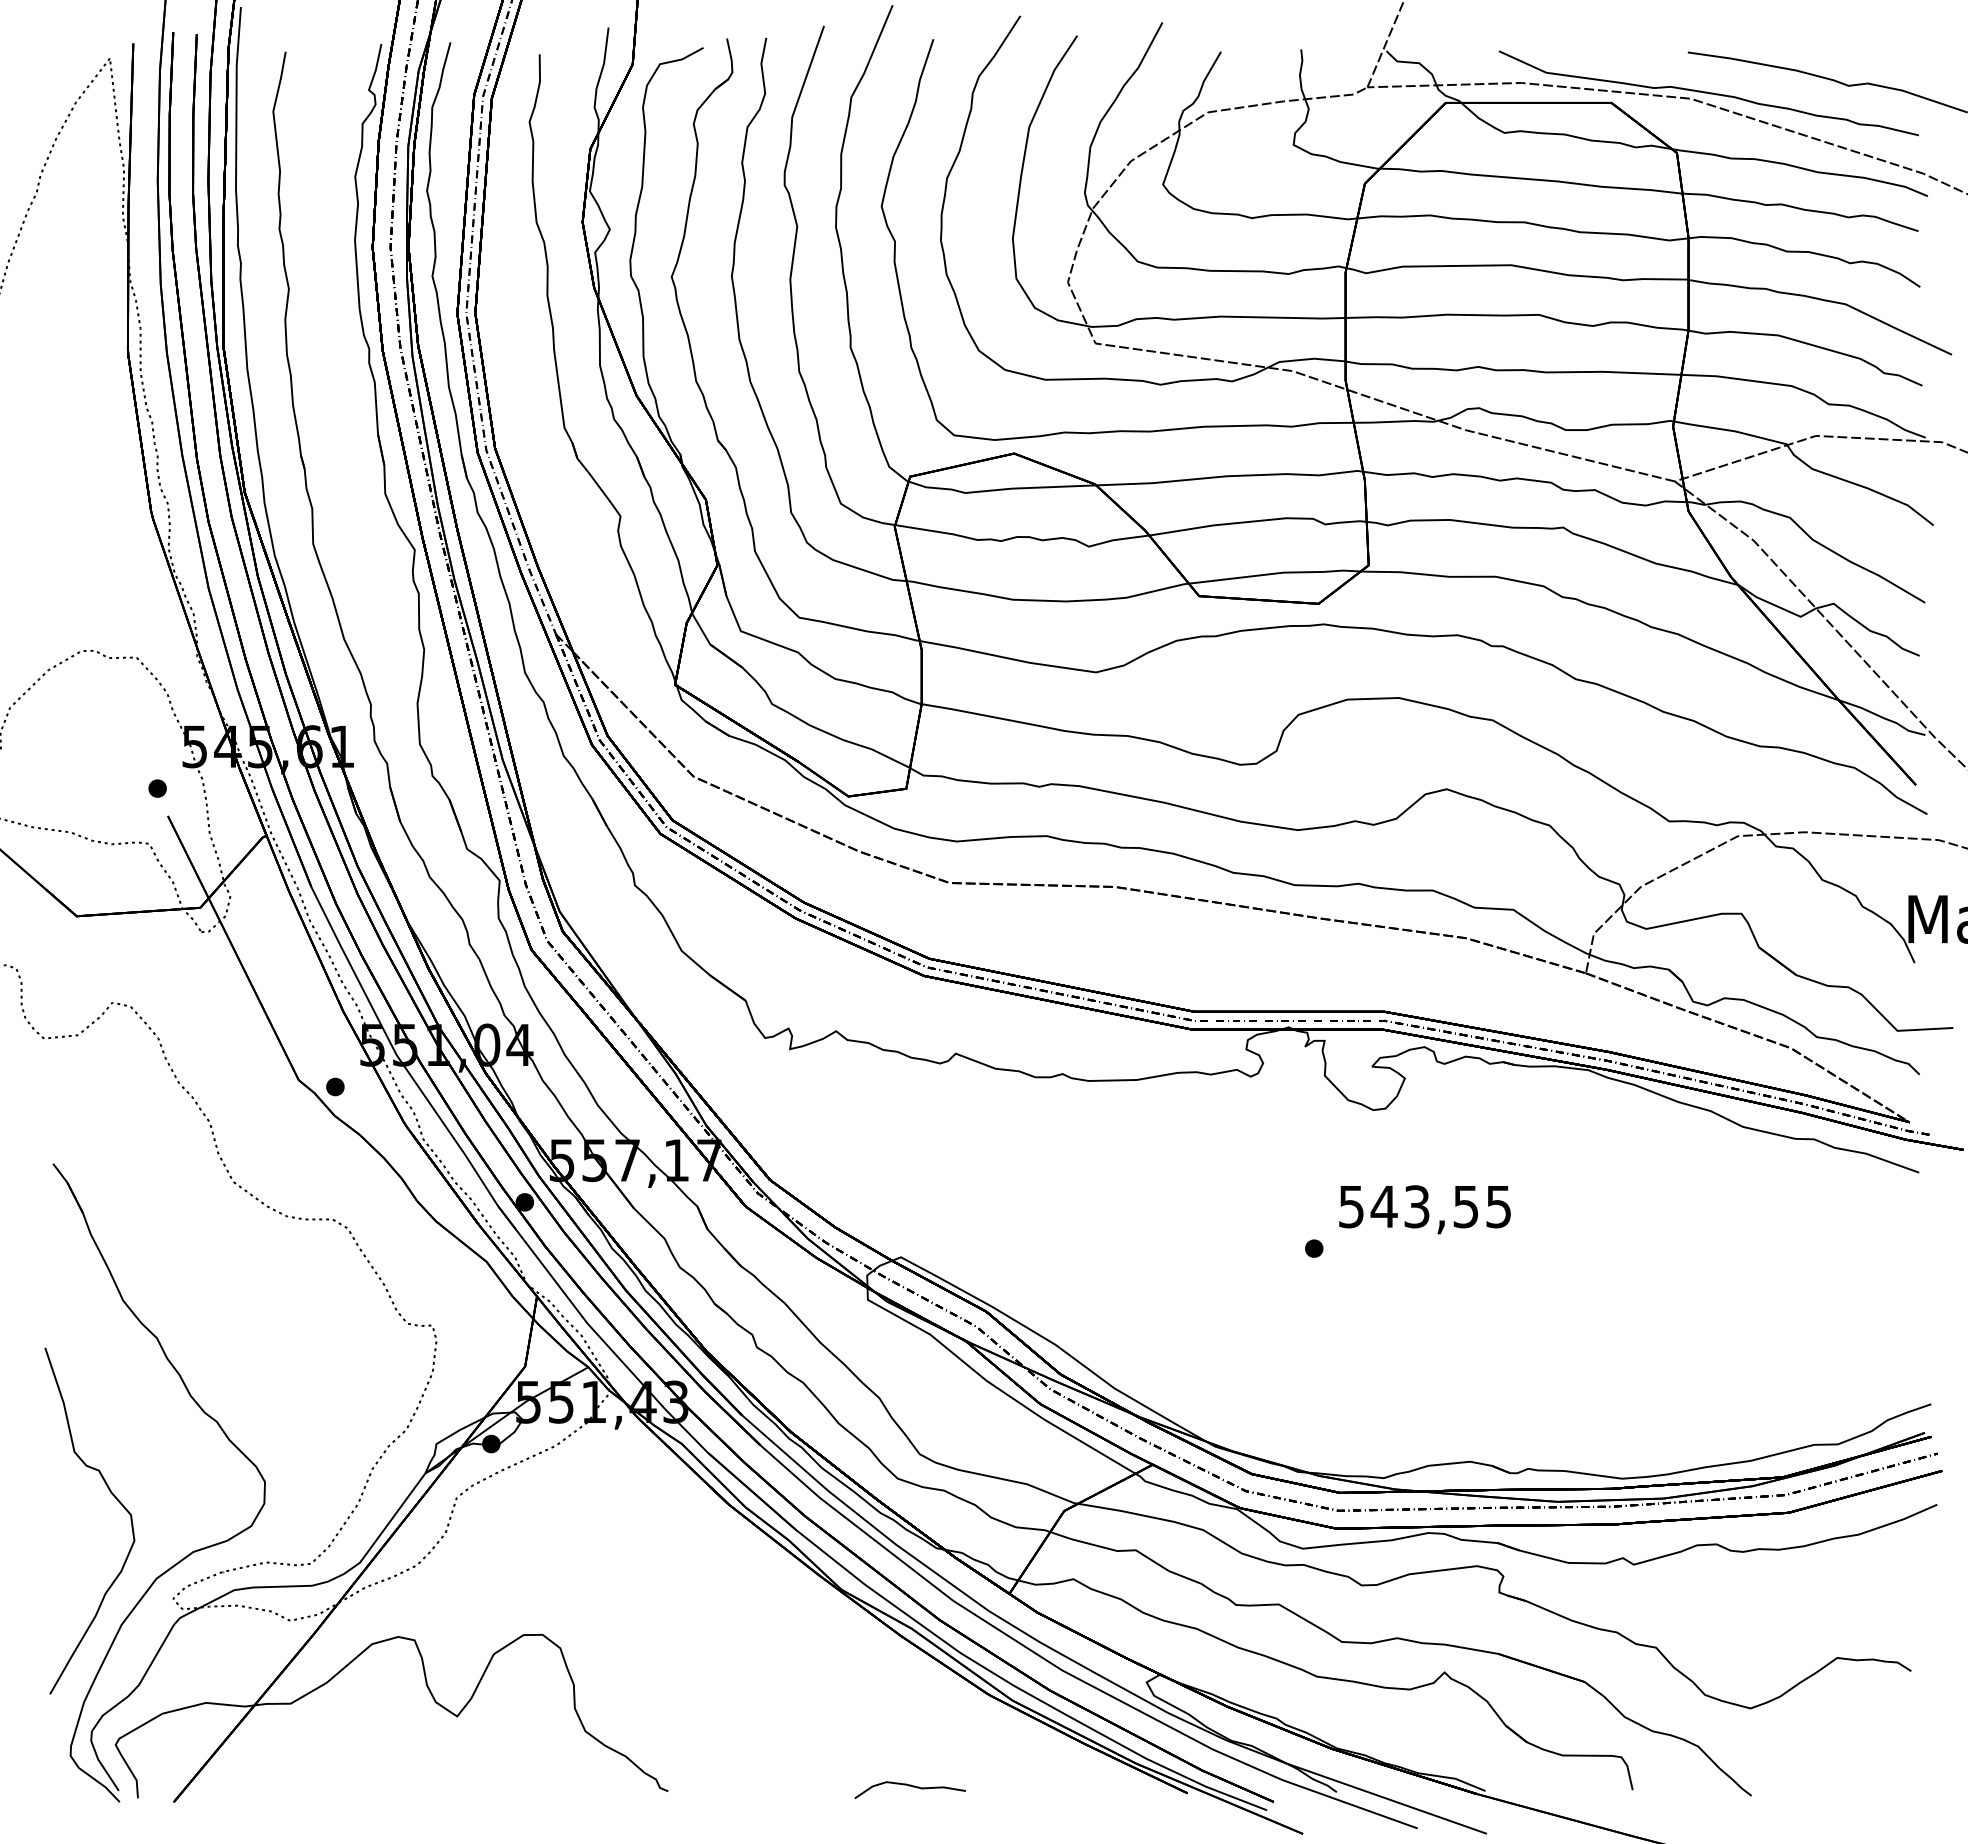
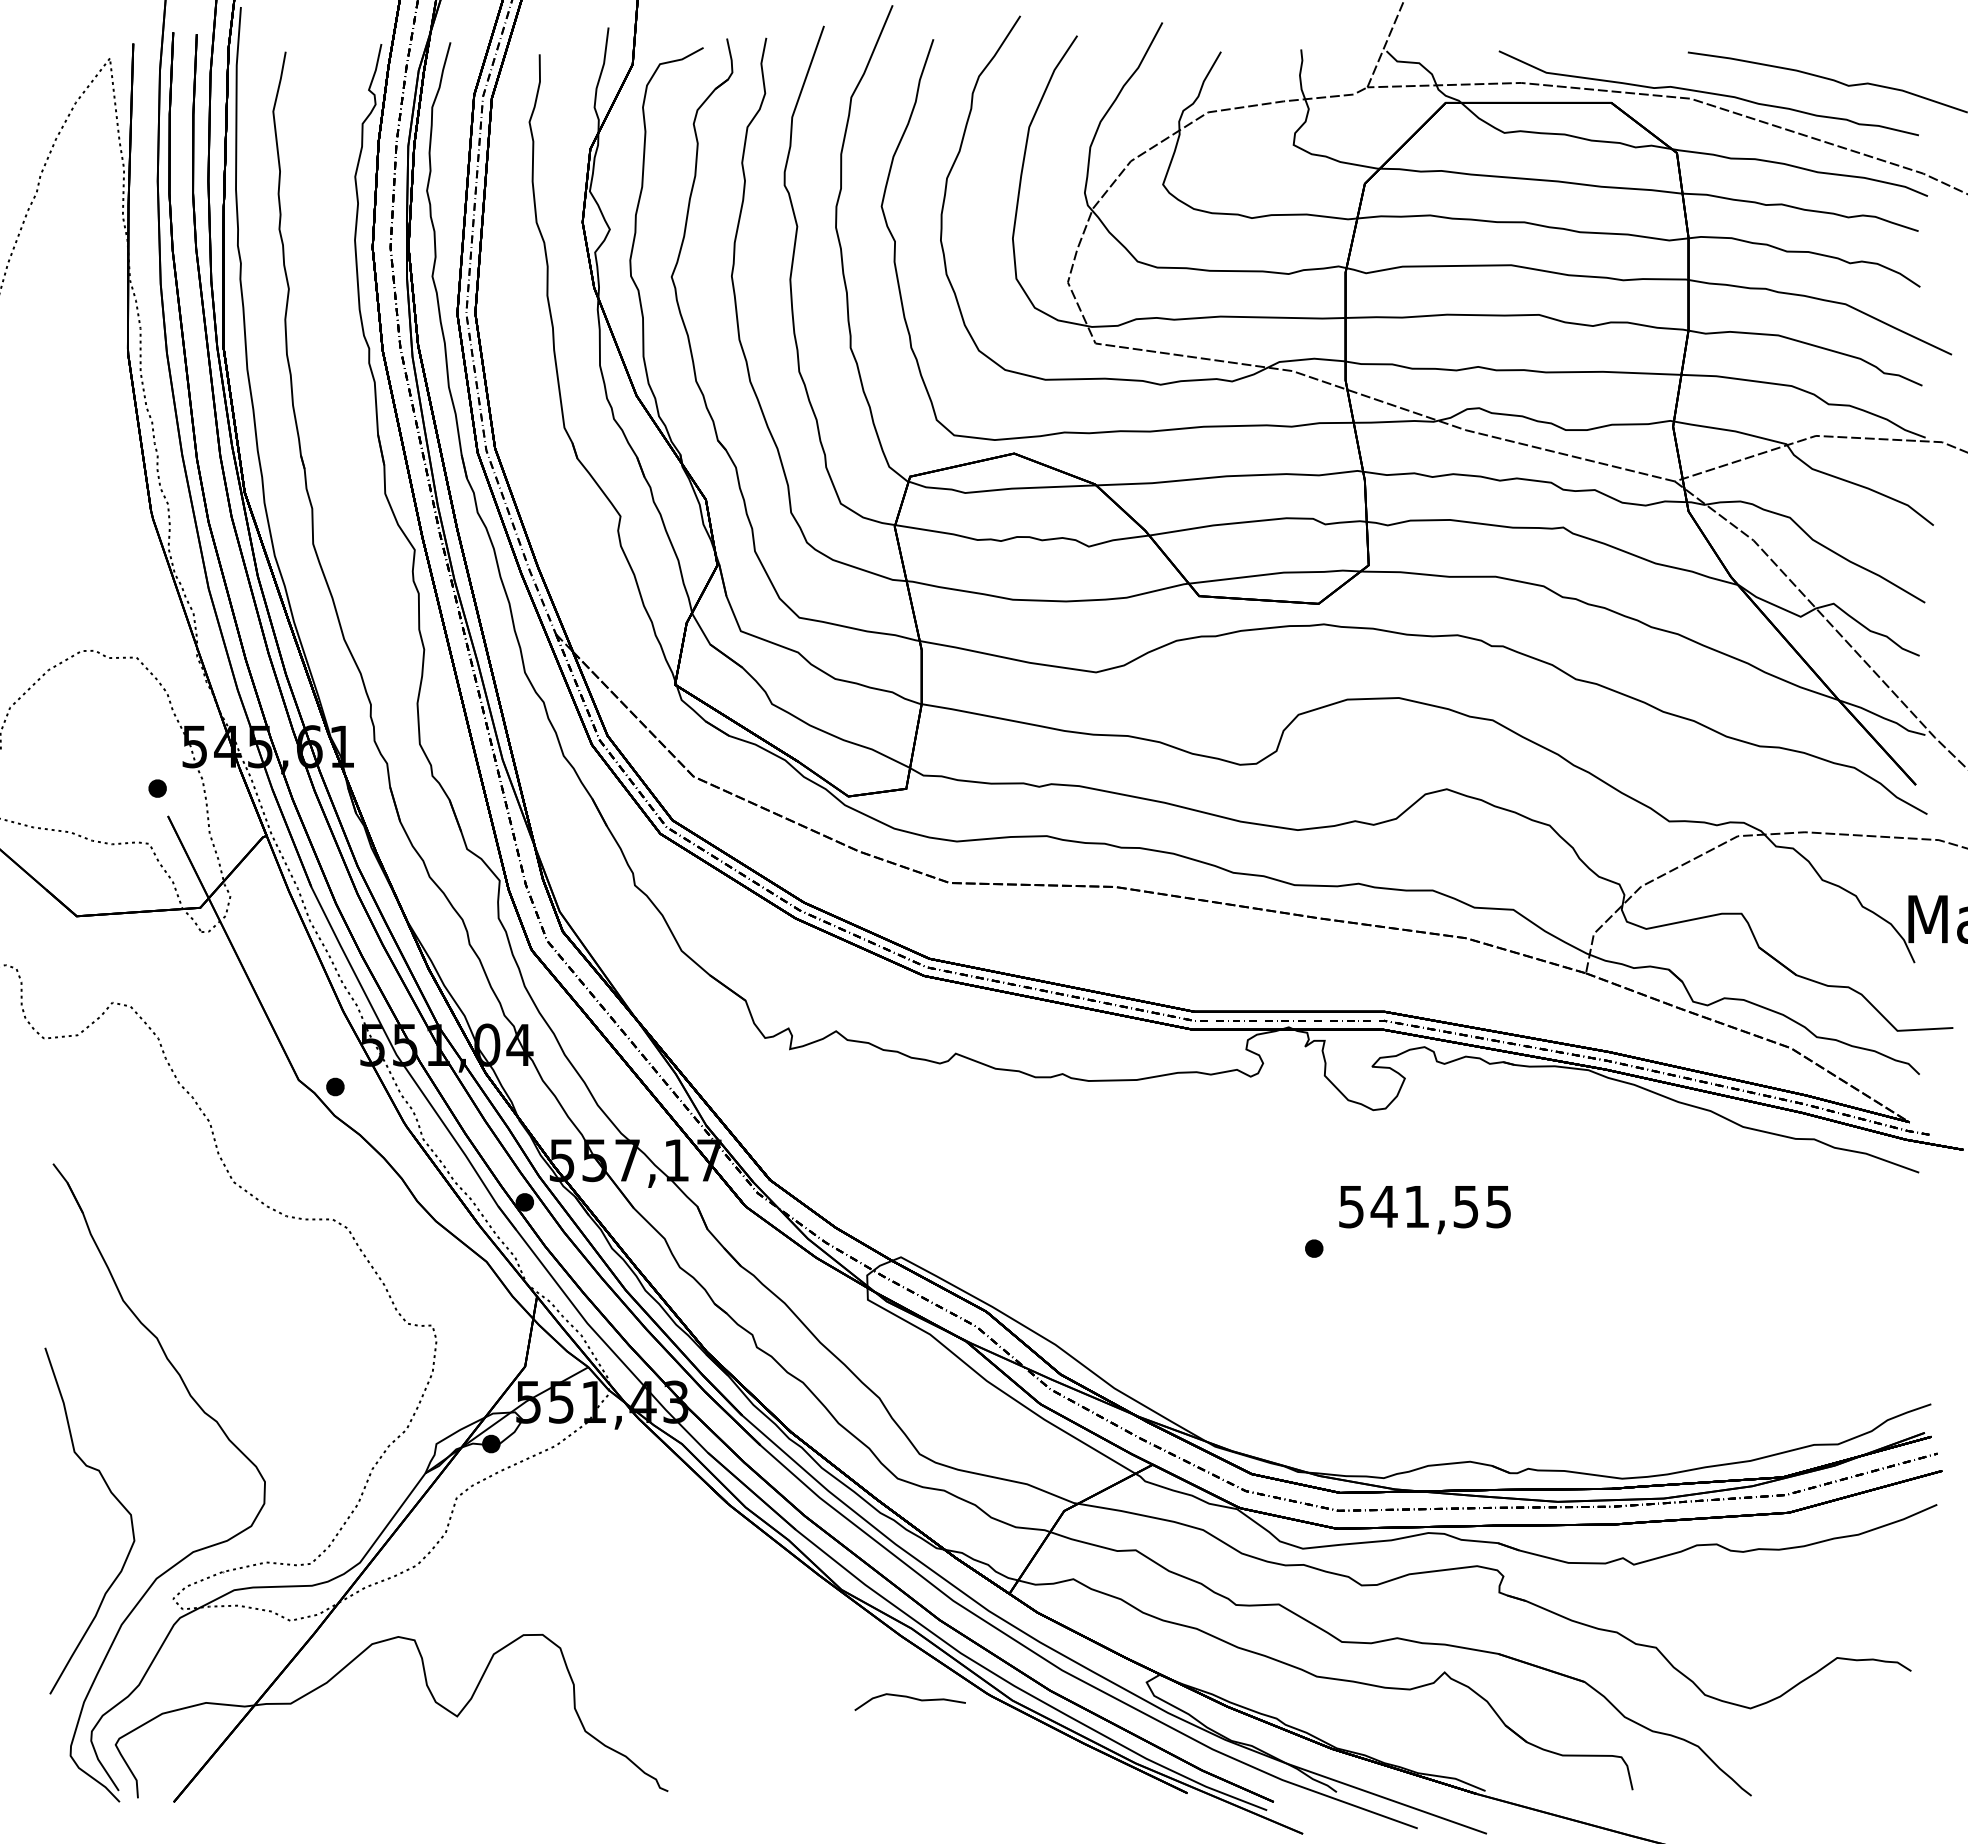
text at (1416, 1206): 543,55 -> 541,55
curve at (909, 1786) position: (909, 1786) -> (909, 1698)
